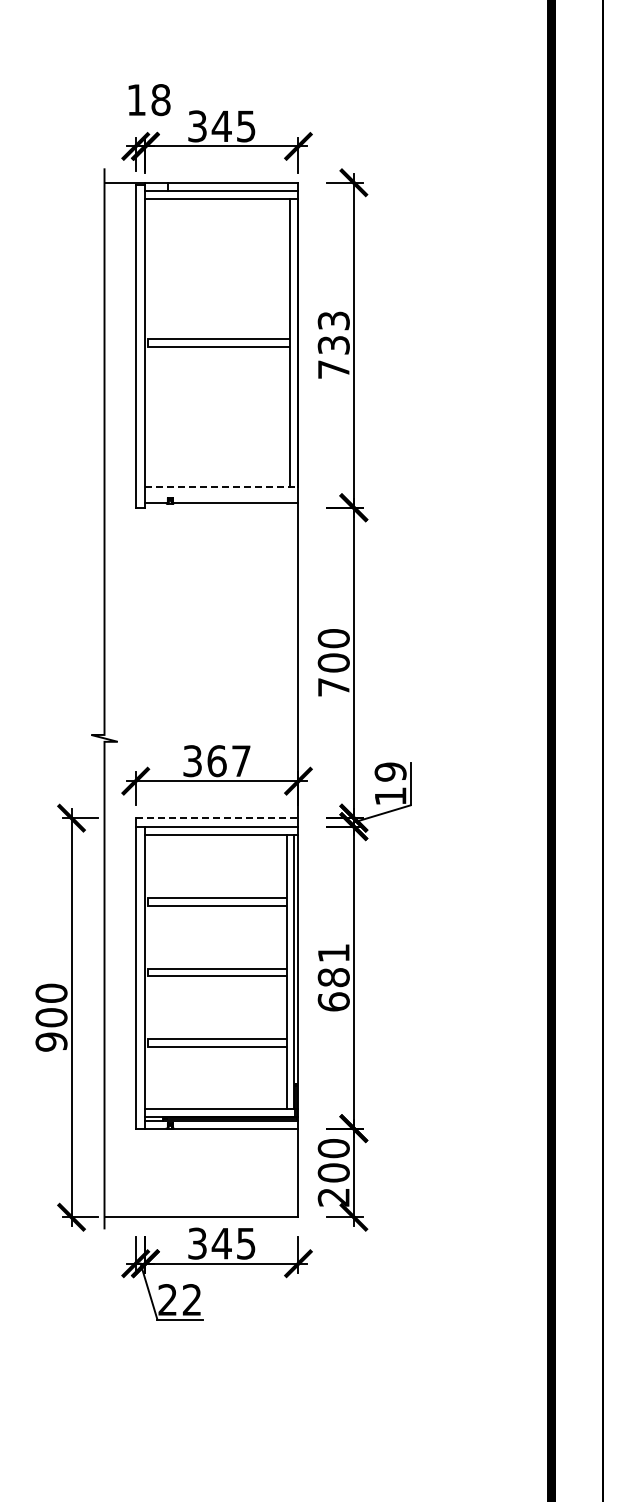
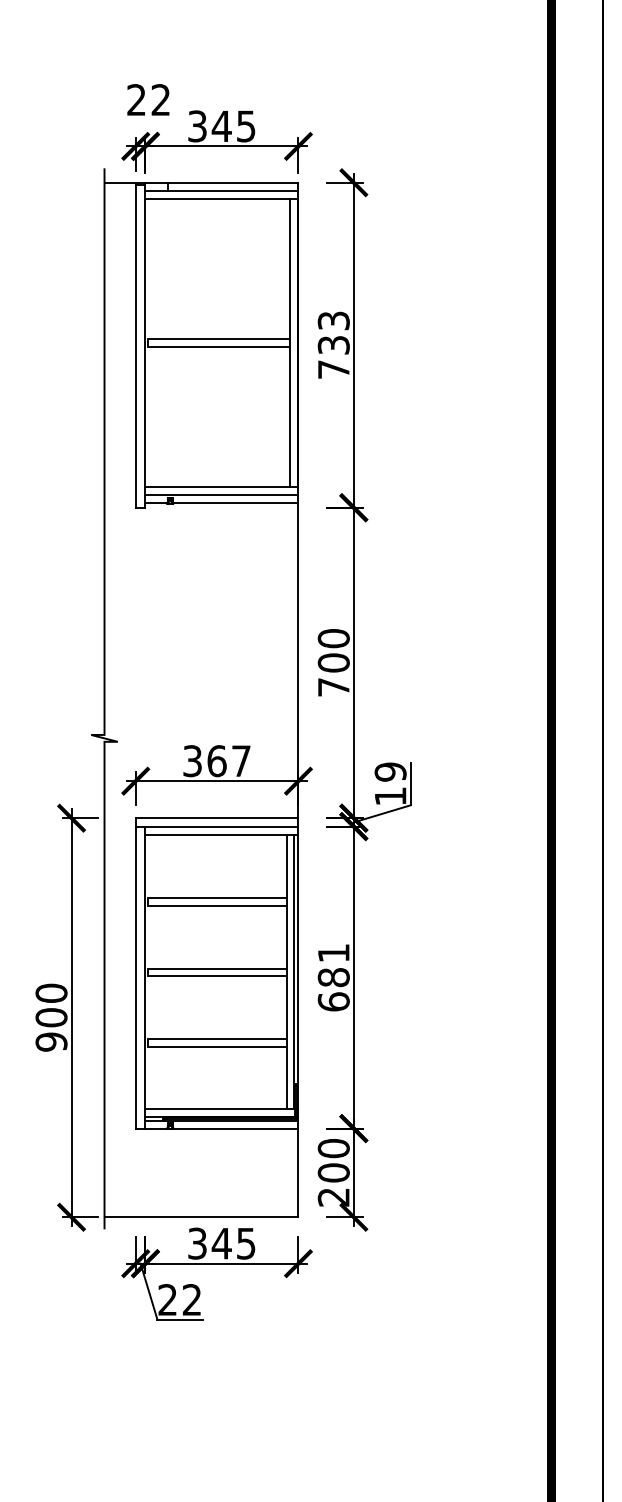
text at (148, 100): 18 -> 22
line at (222, 486): dashed -> solid
line at (221, 494): none -> present
line at (217, 818): dashed -> solid
